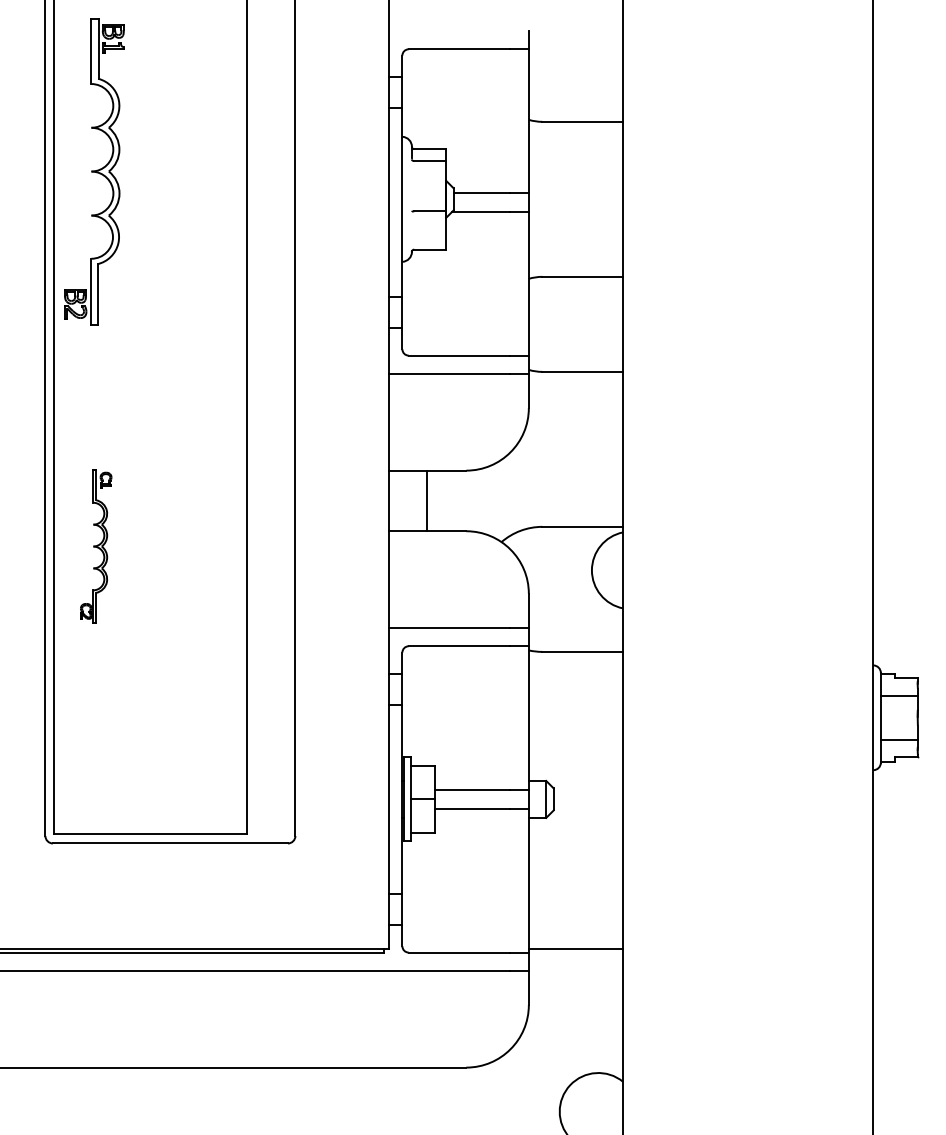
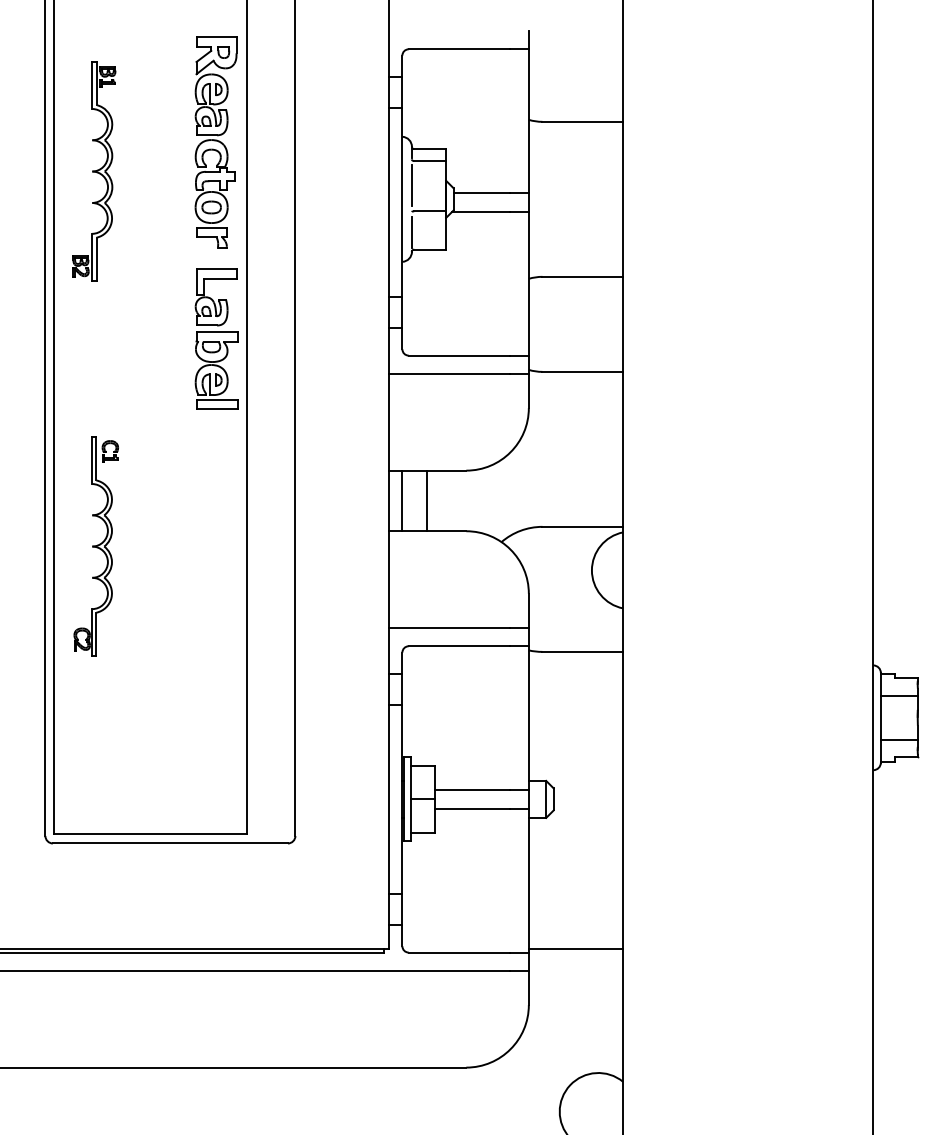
part at (215, 142): none -> present
part at (94, 171) size: 61x308 px -> 45x221 px
line at (411, 185): none -> present
line at (411, 231): none -> present
part at (216, 338): none -> present
line at (402, 500): none -> present
part at (96, 546) size: 33x155 px -> 46x221 px
